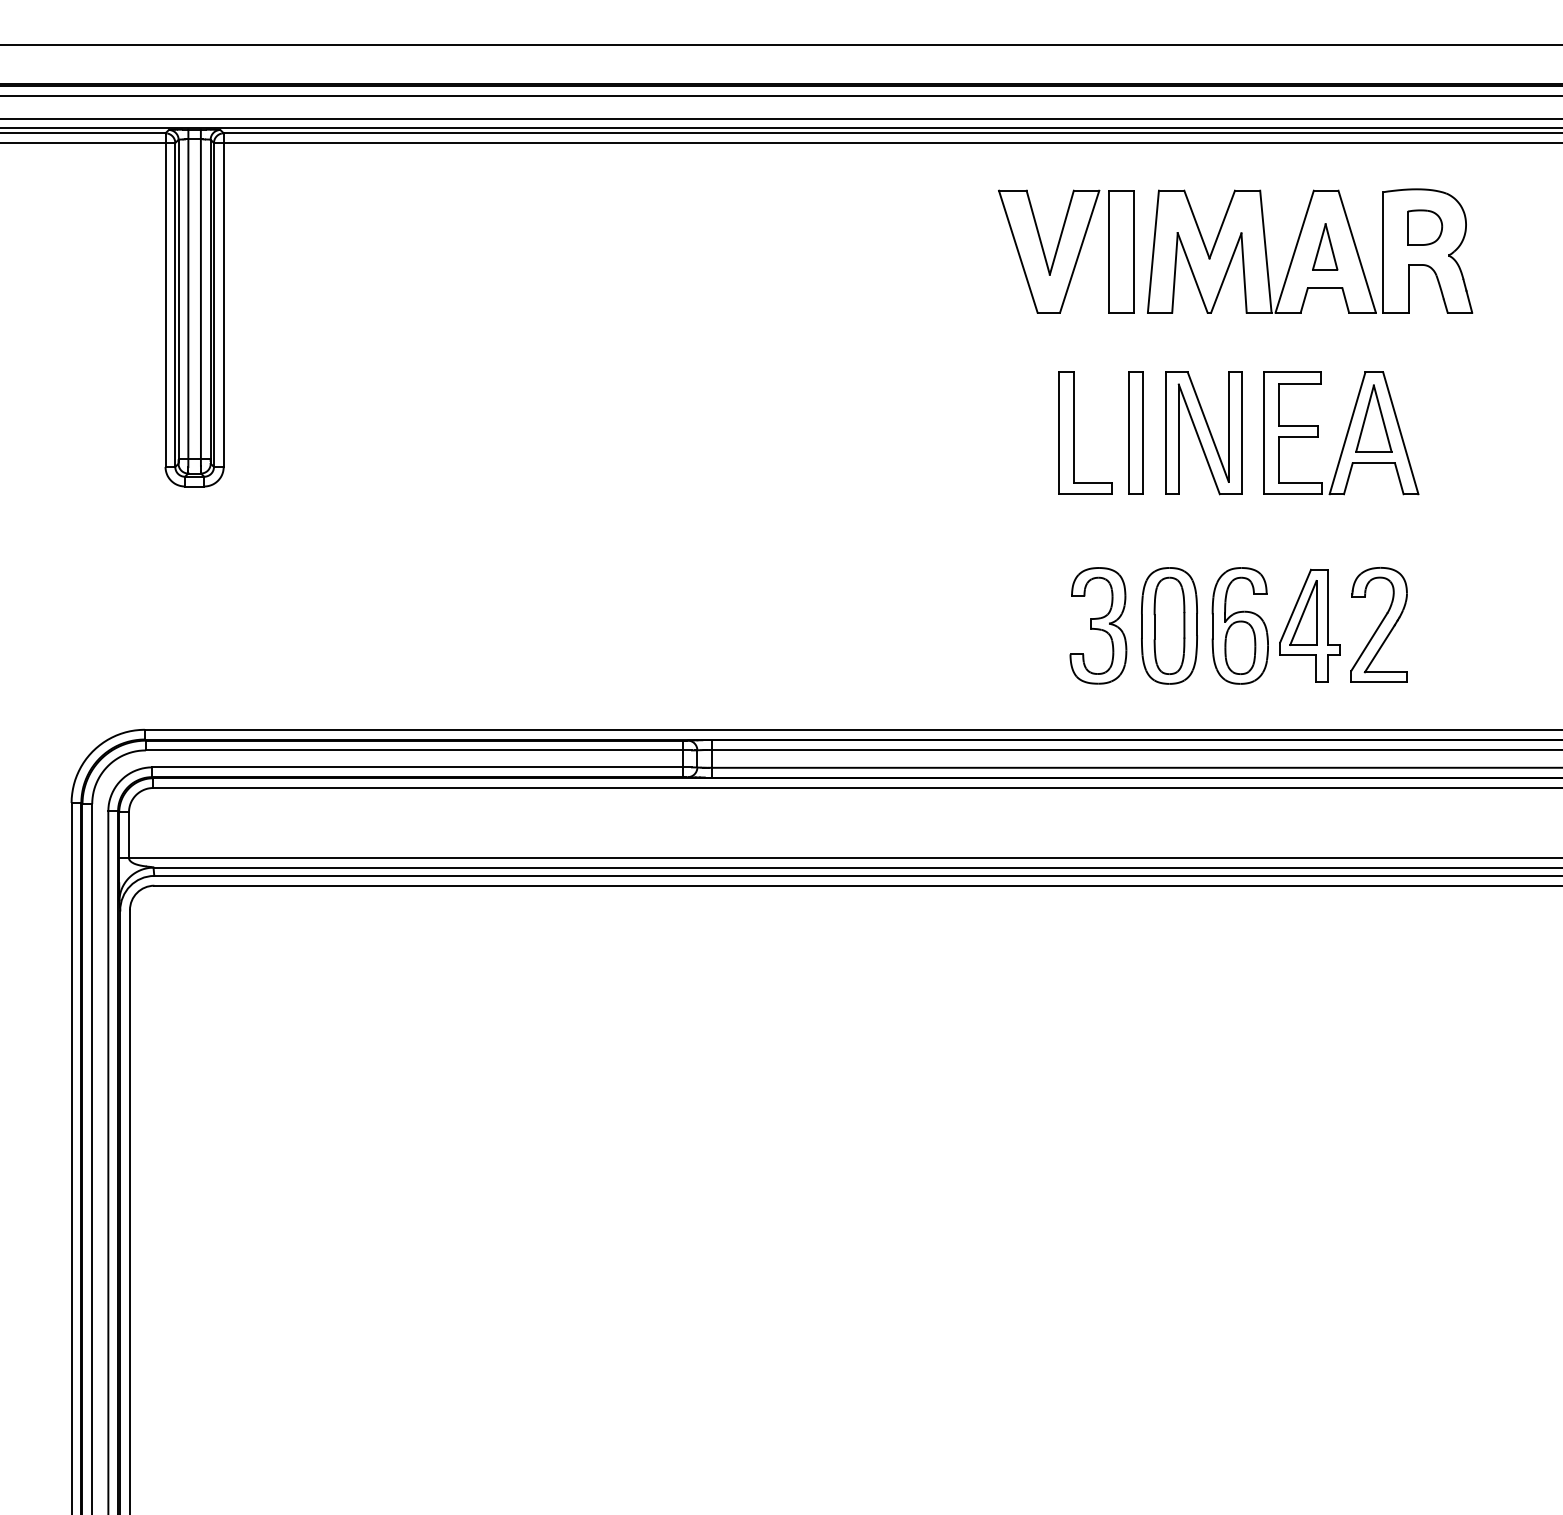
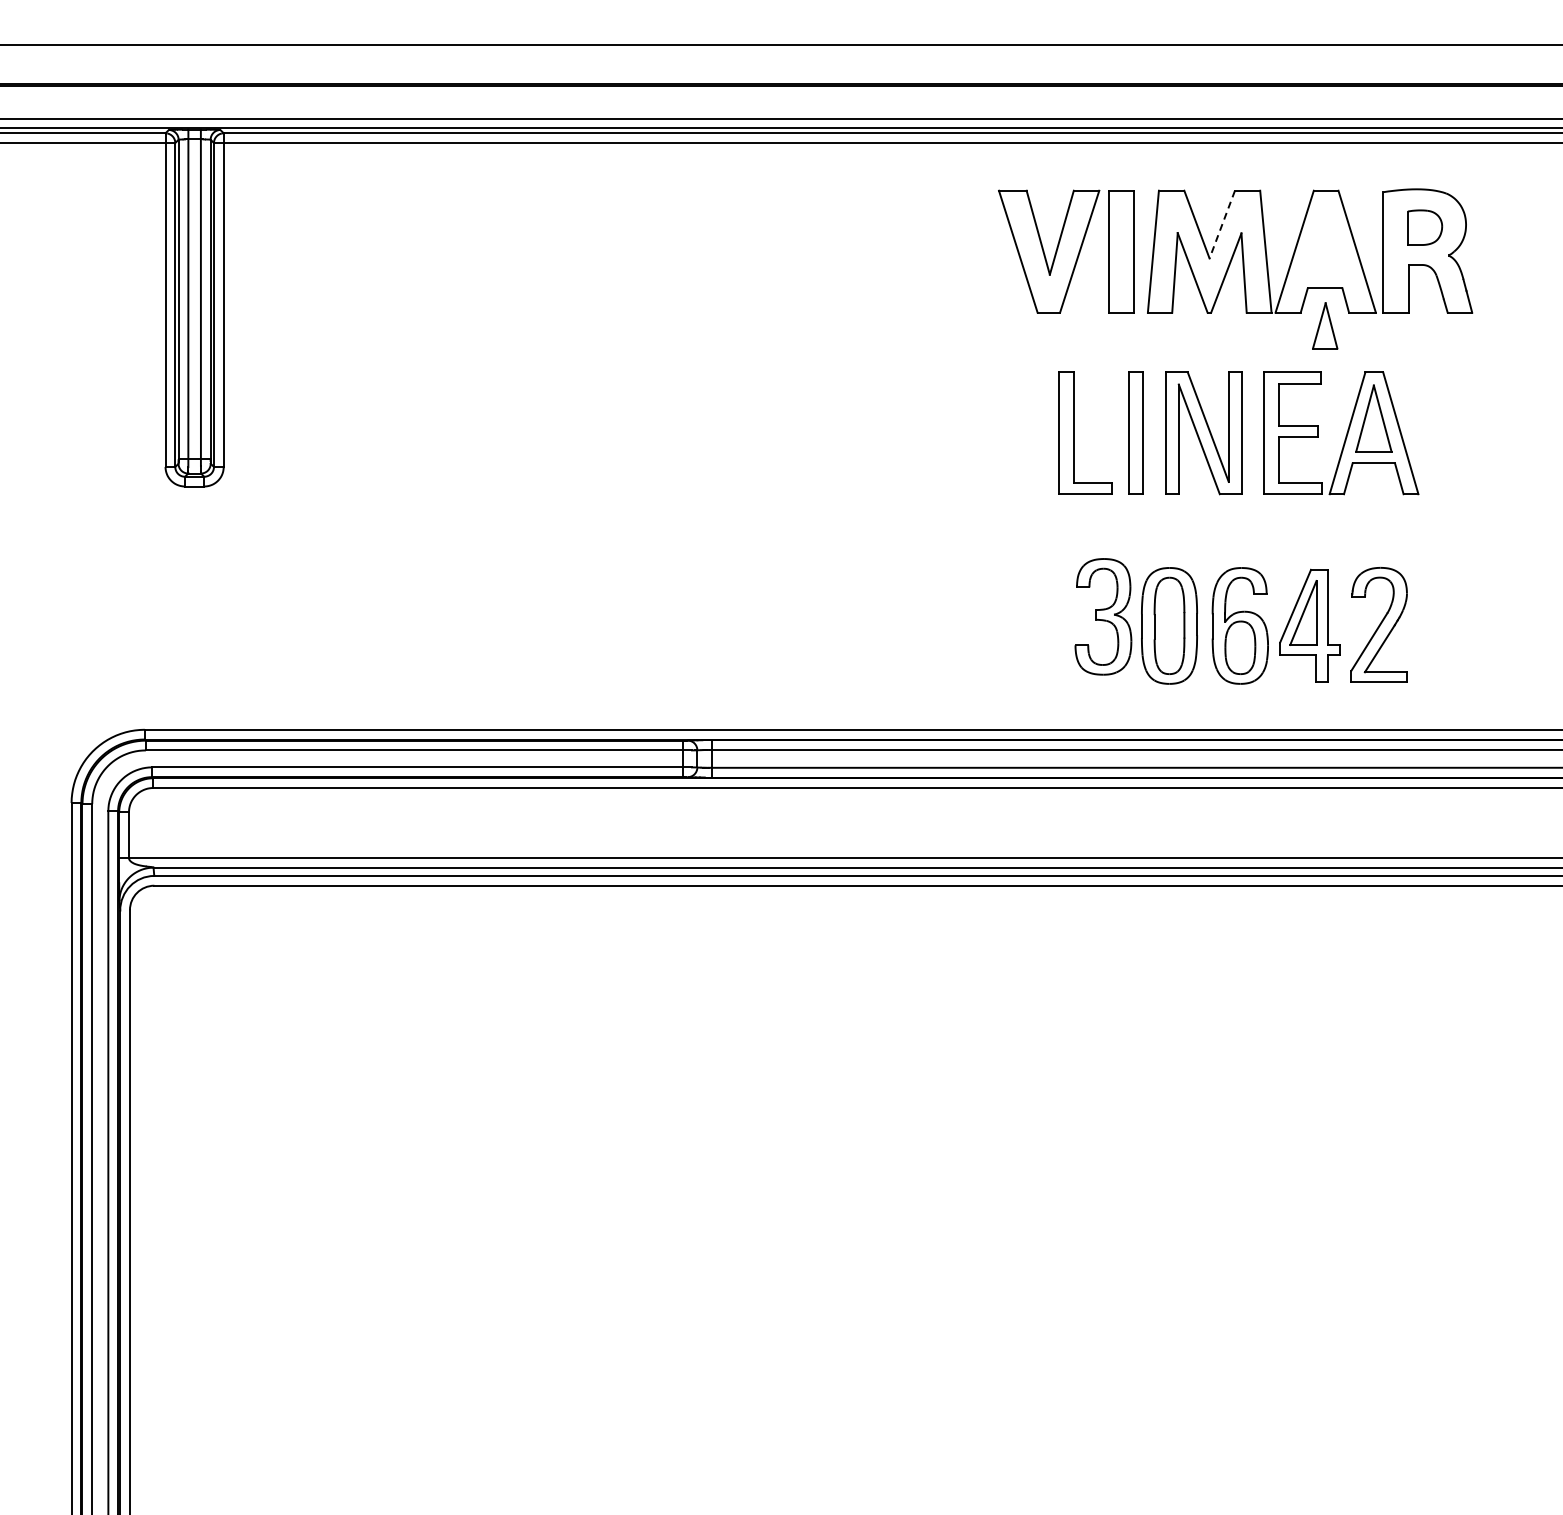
line at (780, 96): present -> none
line at (1222, 225): solid -> dashed
part at (1325, 246) position: (1325, 246) -> (1325, 325)
part at (1098, 625) position: (1098, 625) -> (1103, 616)
